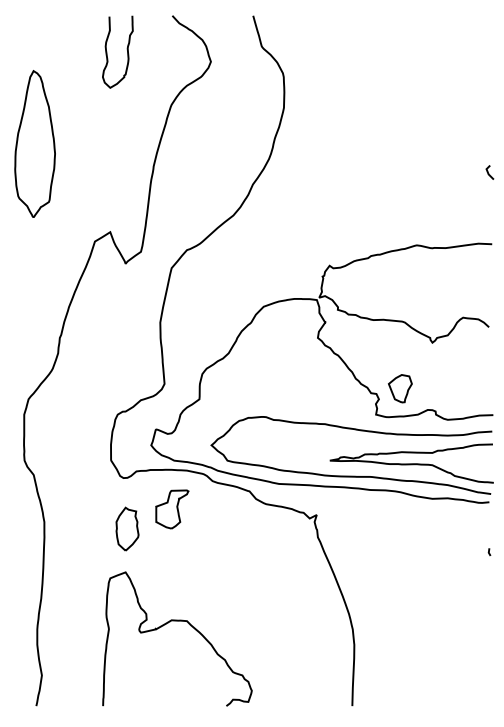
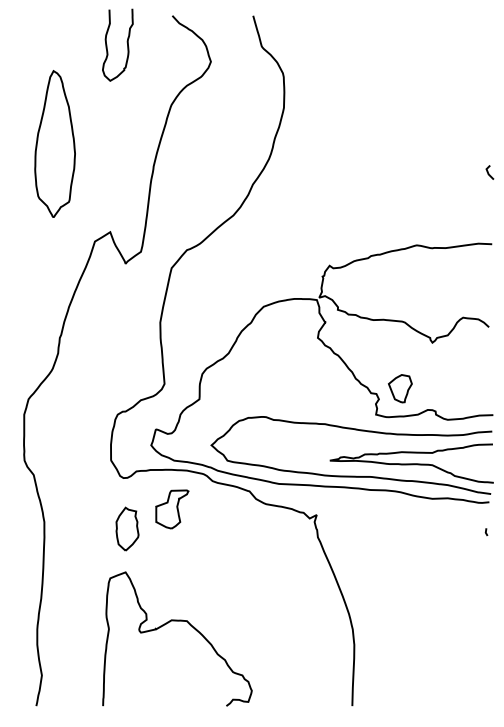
curve at (126, 49) position: (126, 49) -> (126, 42)
part at (34, 143) position: (34, 143) -> (54, 143)
line at (489, 552) position: (489, 552) -> (486, 532)
